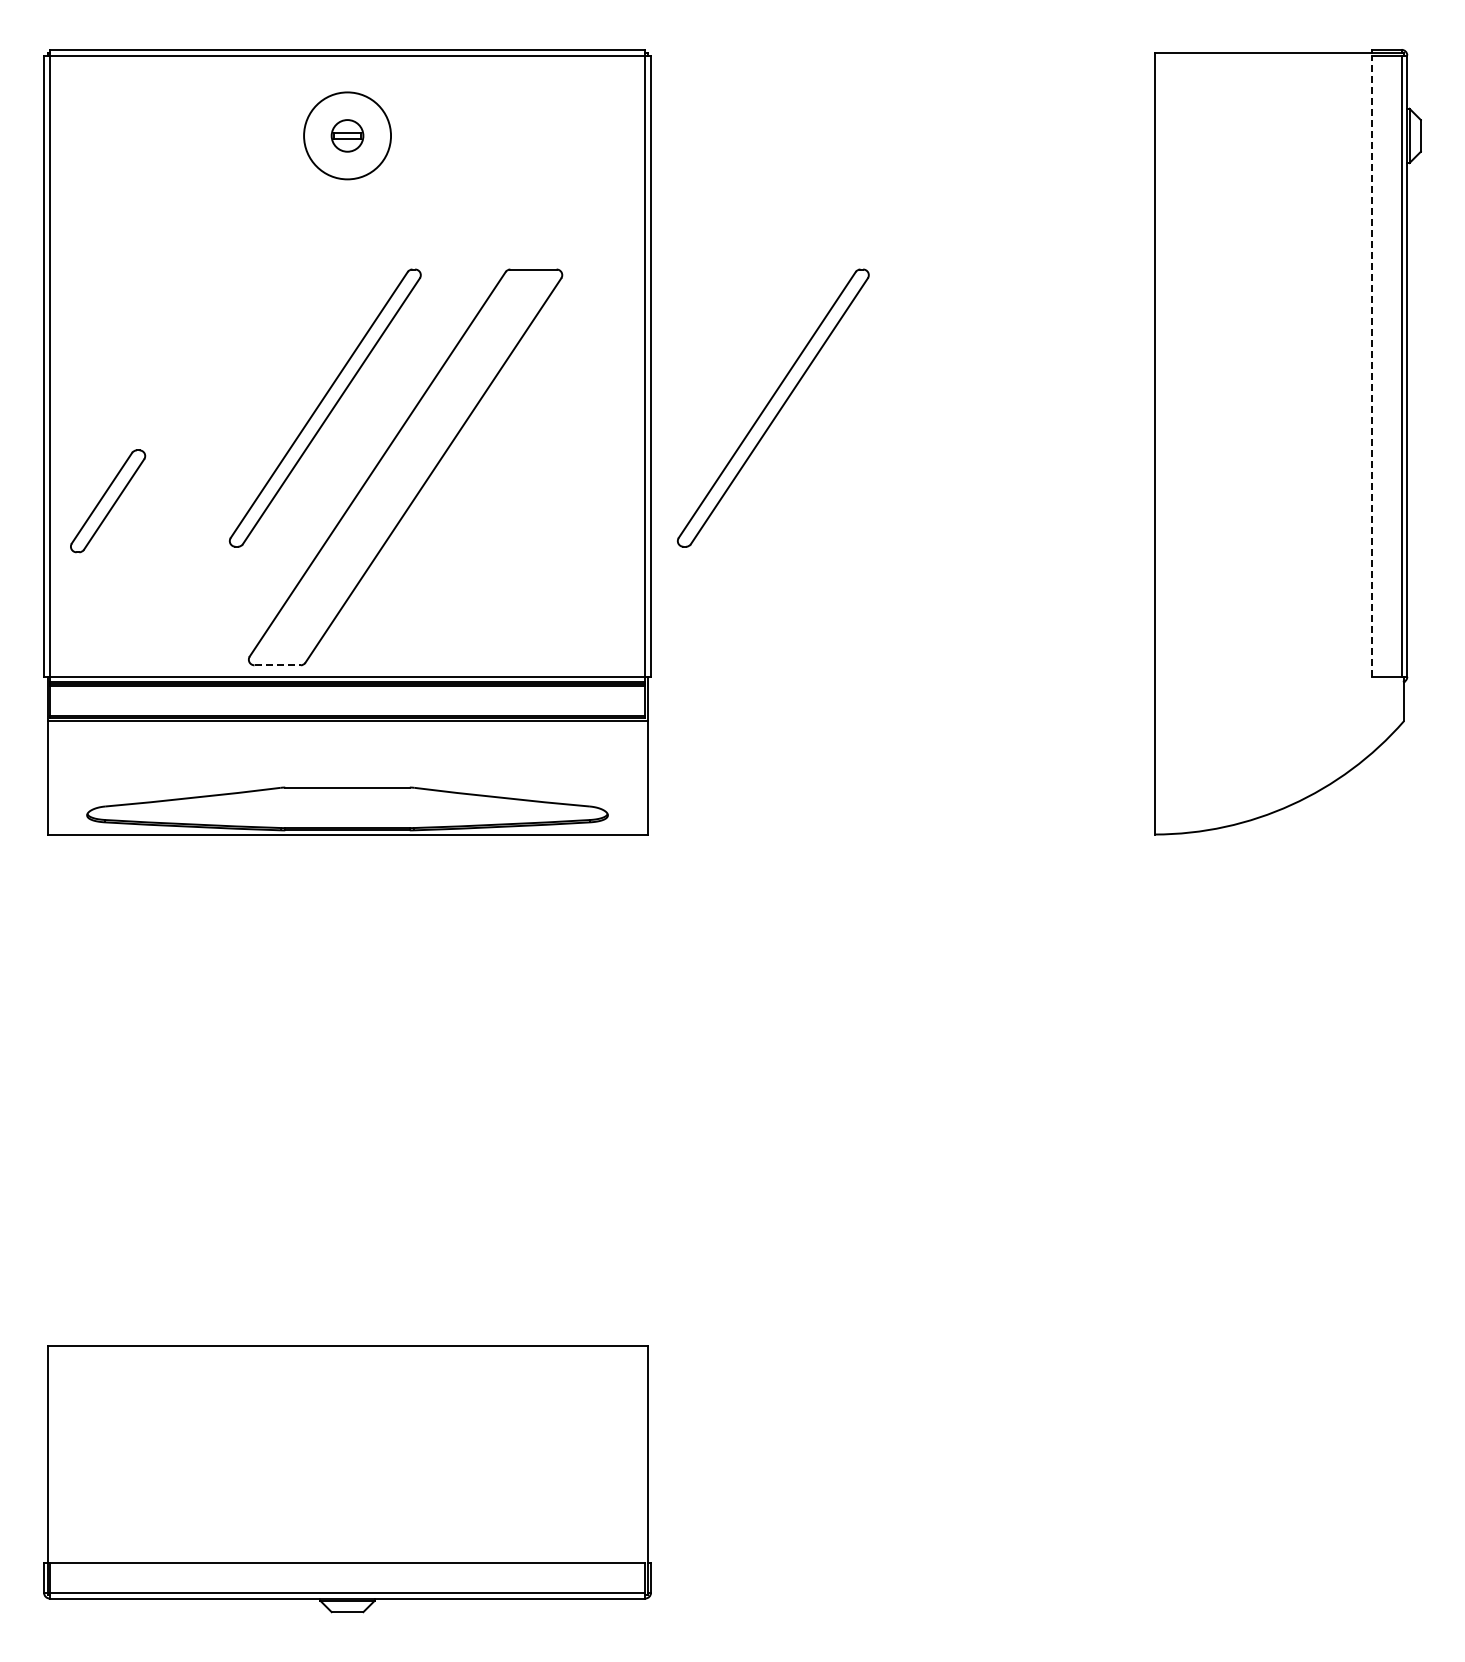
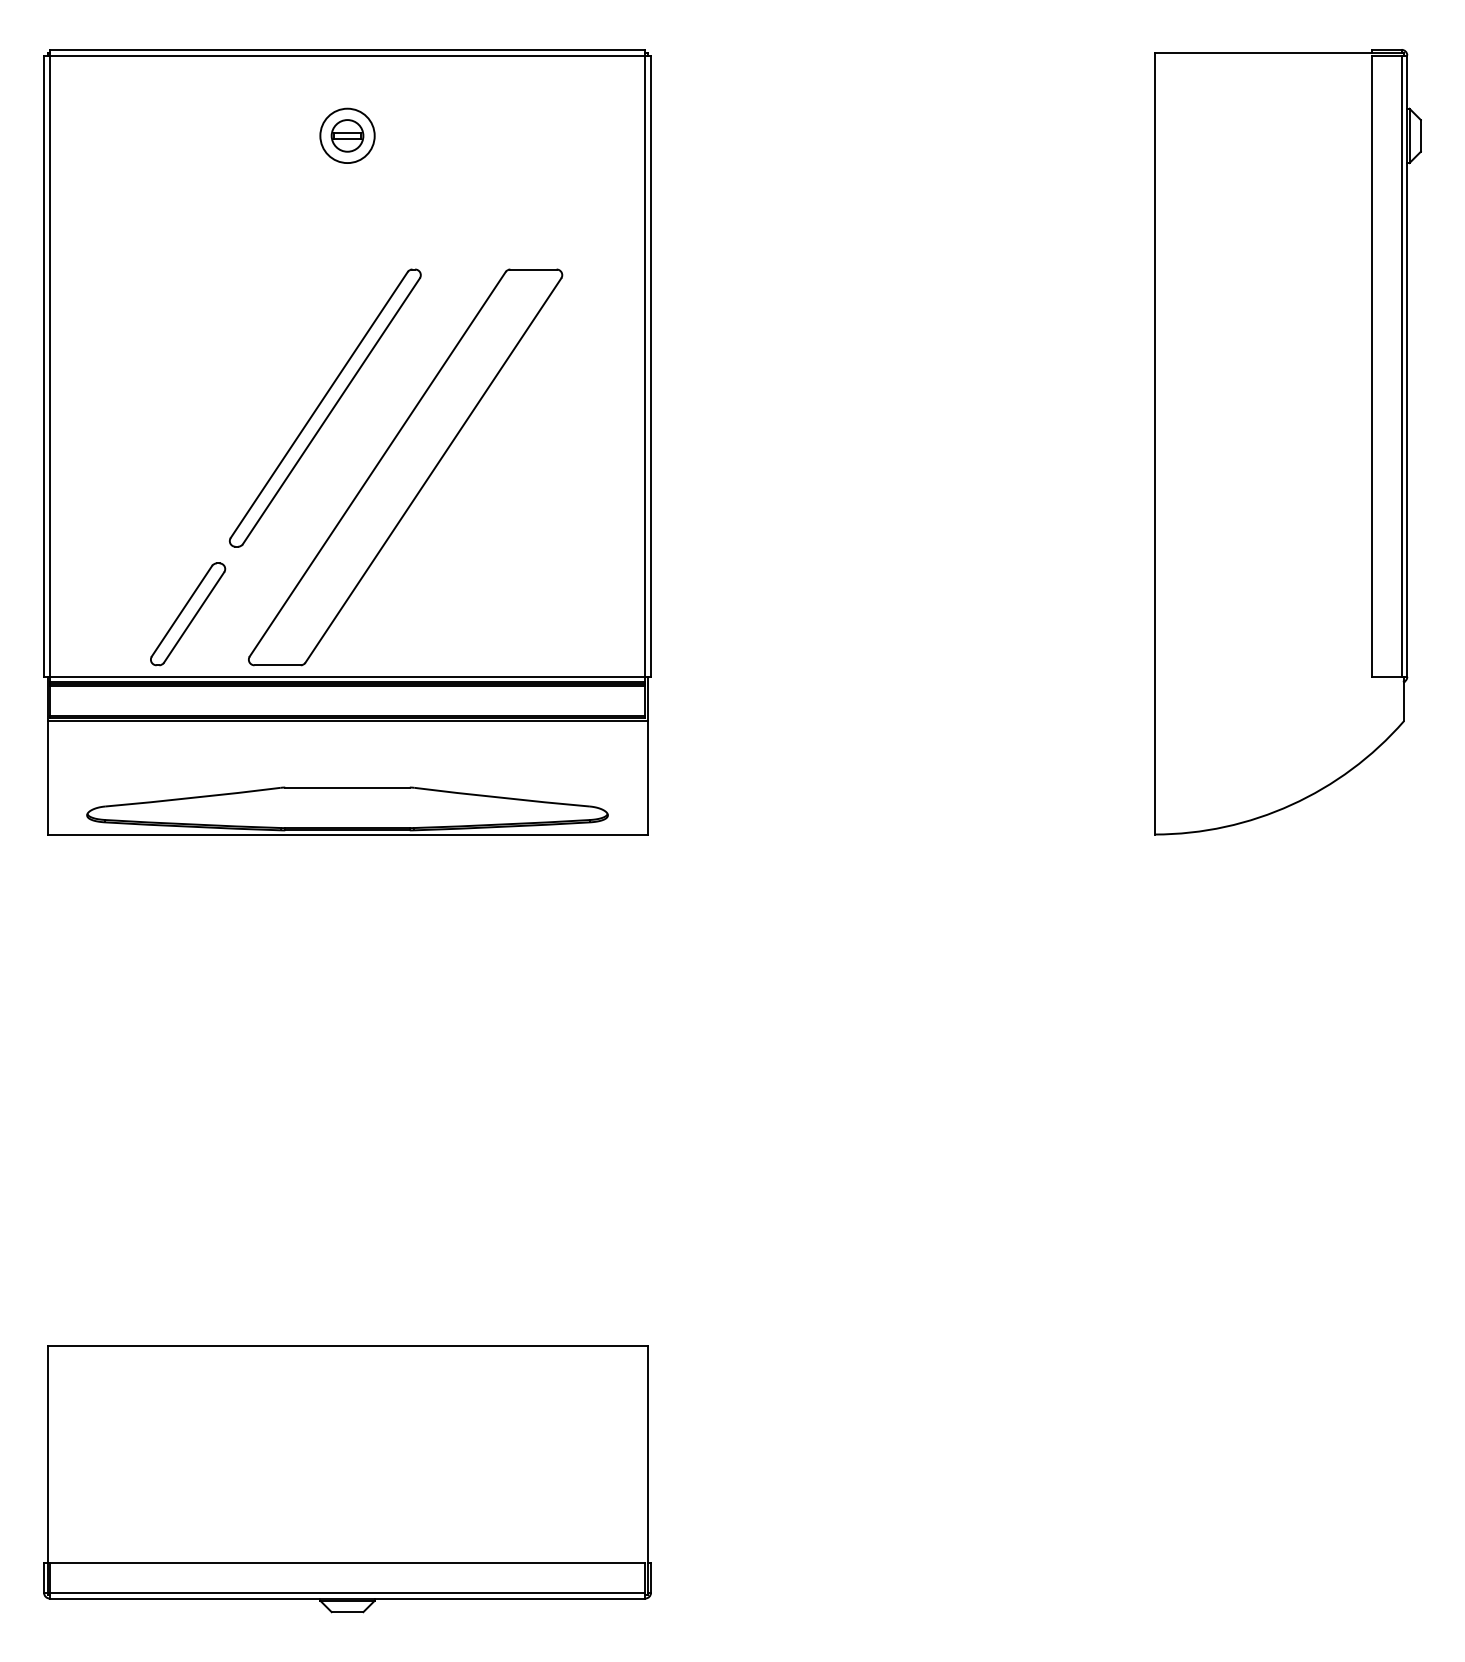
circle at (347, 135) diameter: 87 px -> 54 px
line at (1372, 366): dashed -> solid
part at (772, 407): present -> none
part at (108, 501) position: (108, 501) -> (188, 614)
line at (278, 665): dashed -> solid
